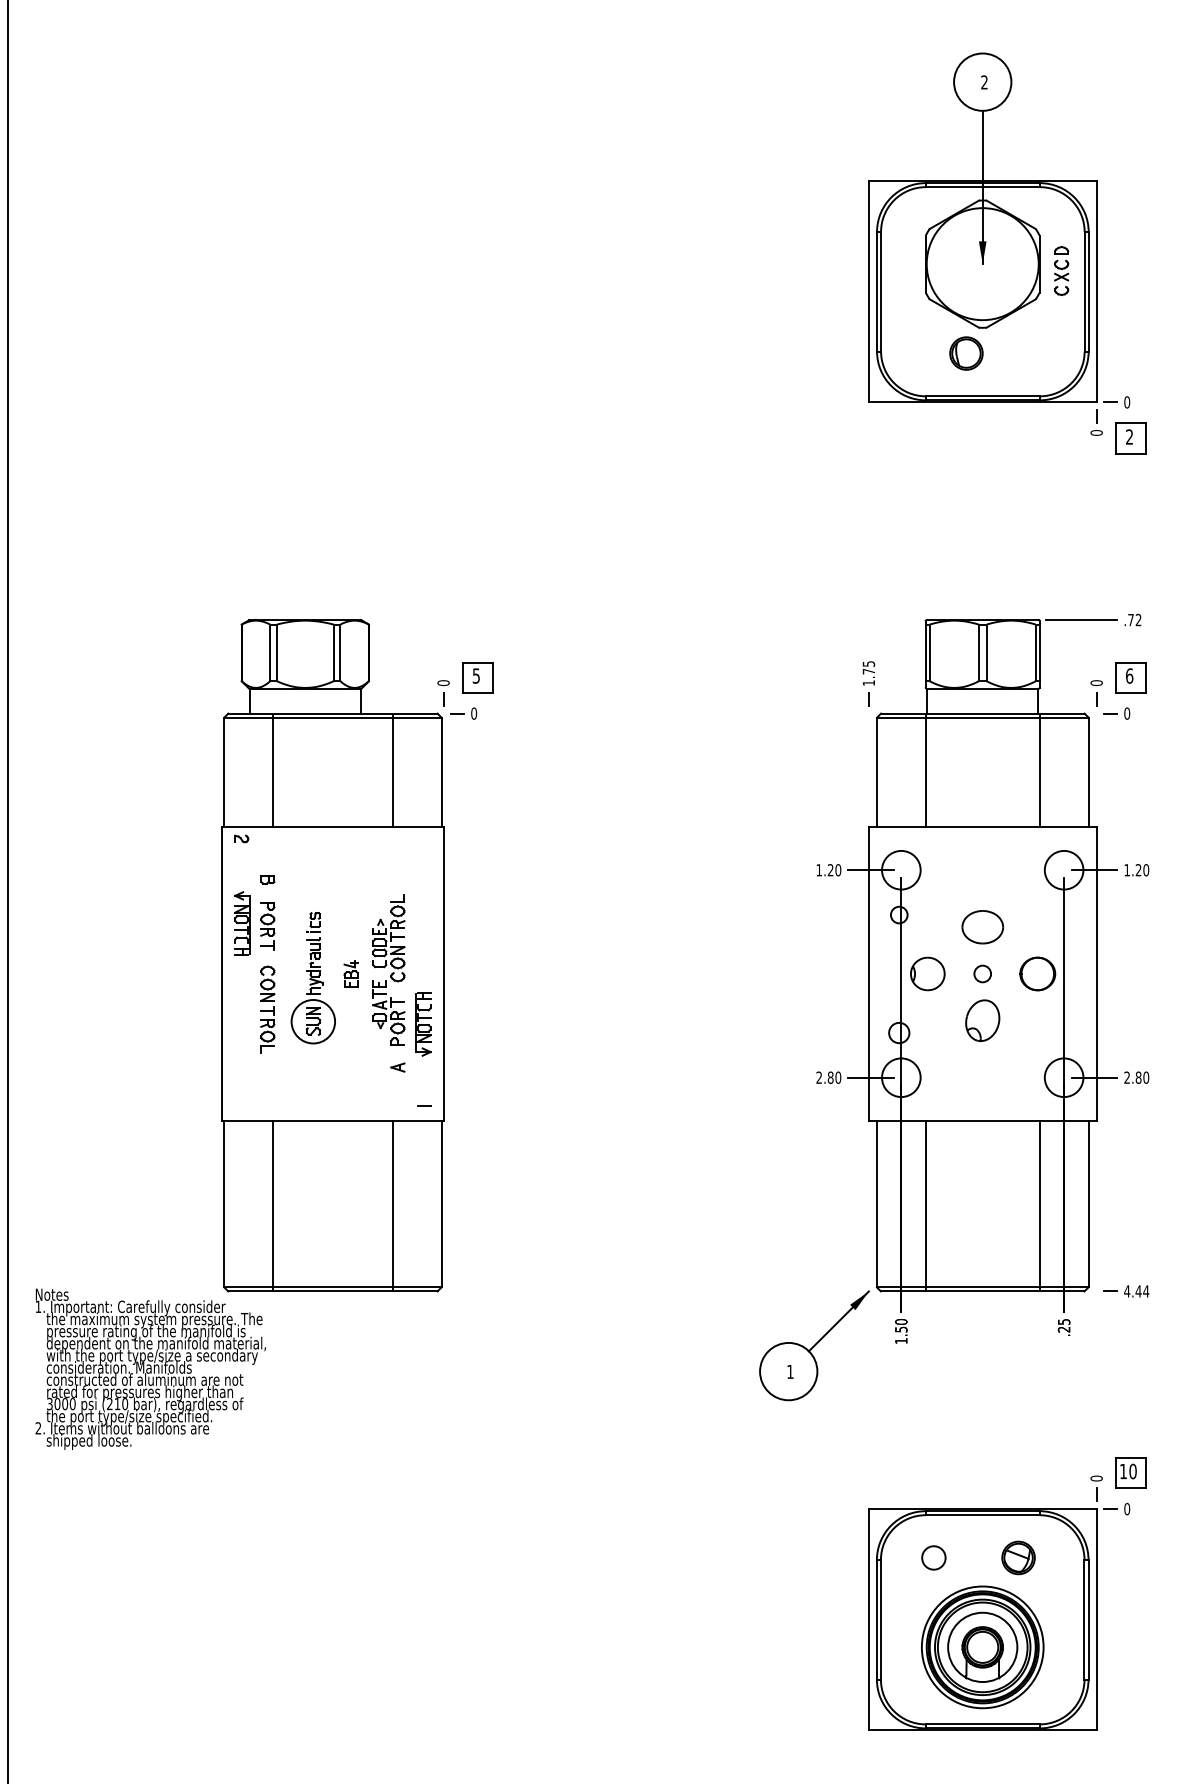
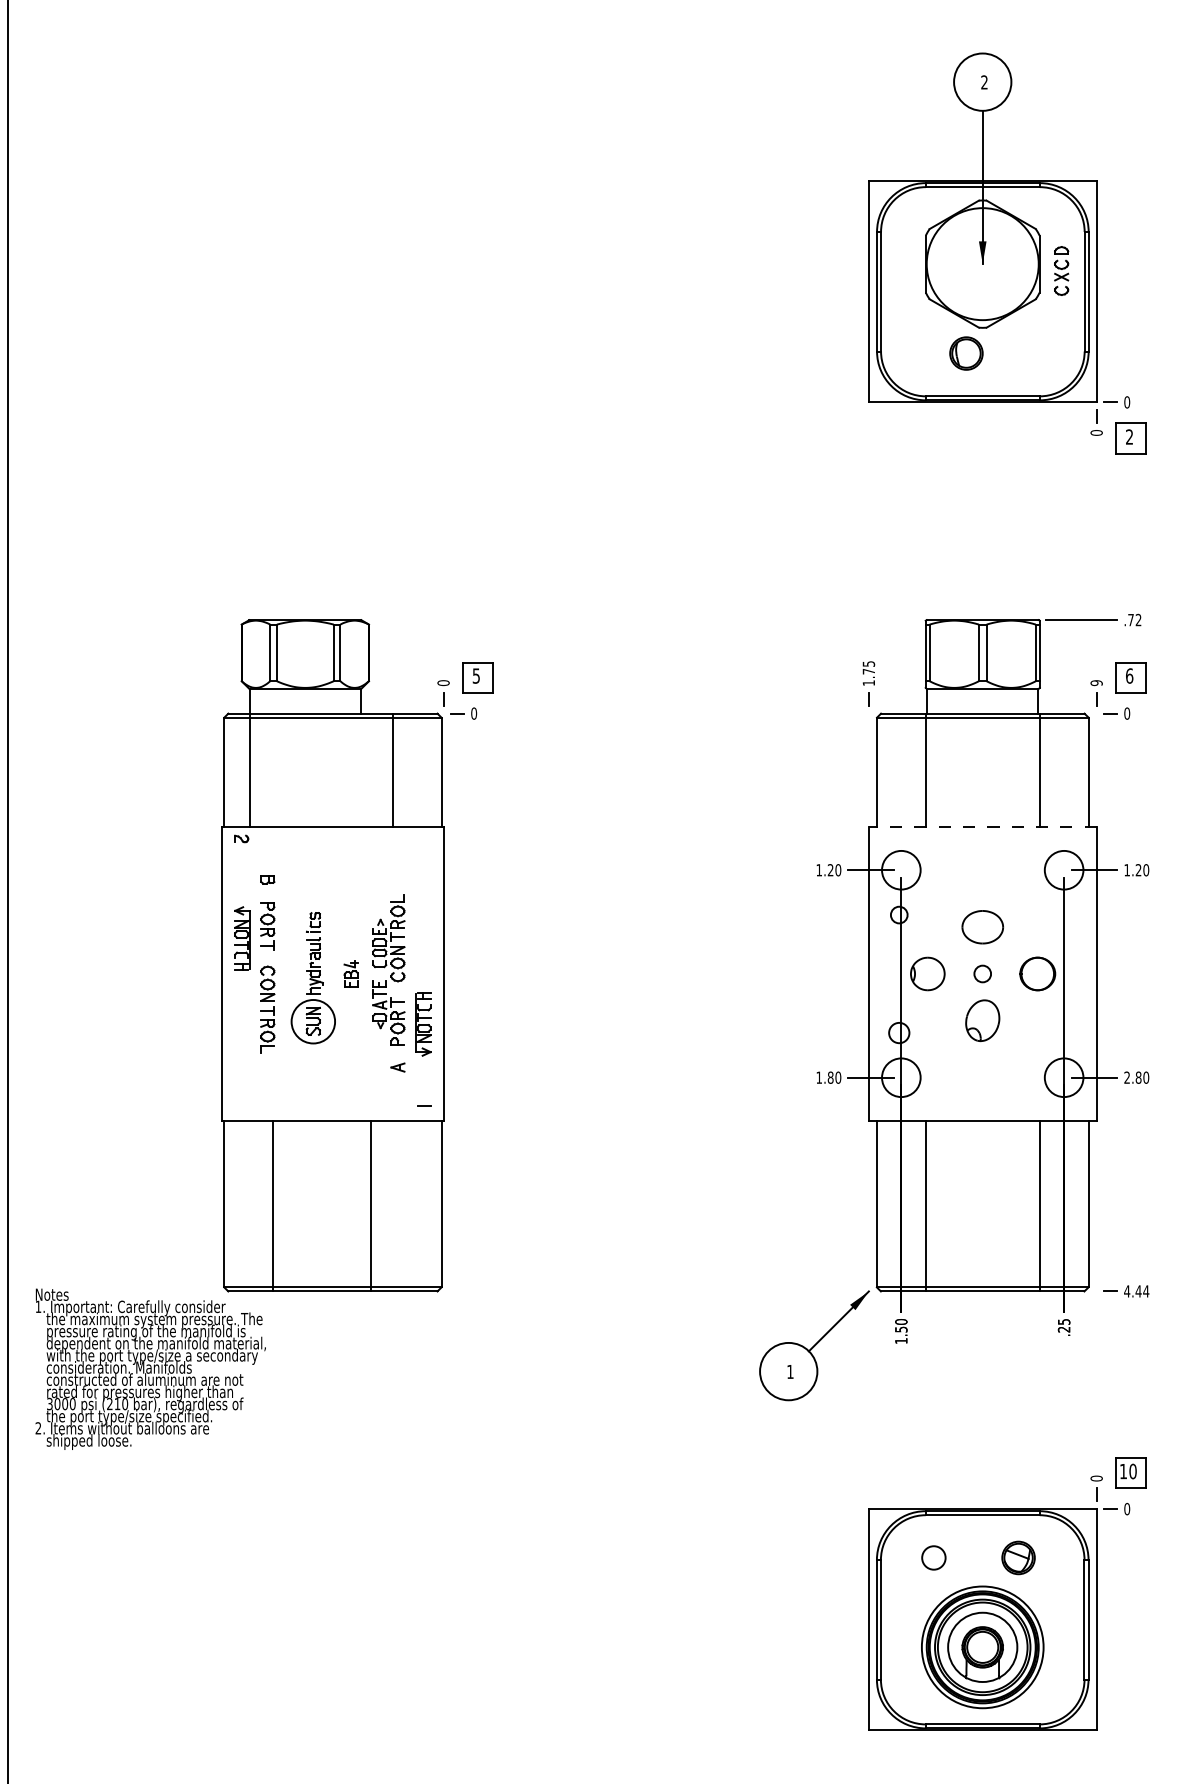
text at (1096, 683): 0 -> 9
line at (273, 770) position: (273, 770) -> (250, 770)
line at (982, 827): solid -> dashed
part at (242, 923) position: (242, 923) -> (242, 938)
text at (818, 1077): 2.80 -> 1.80
line at (392, 1205) position: (392, 1205) -> (370, 1205)
